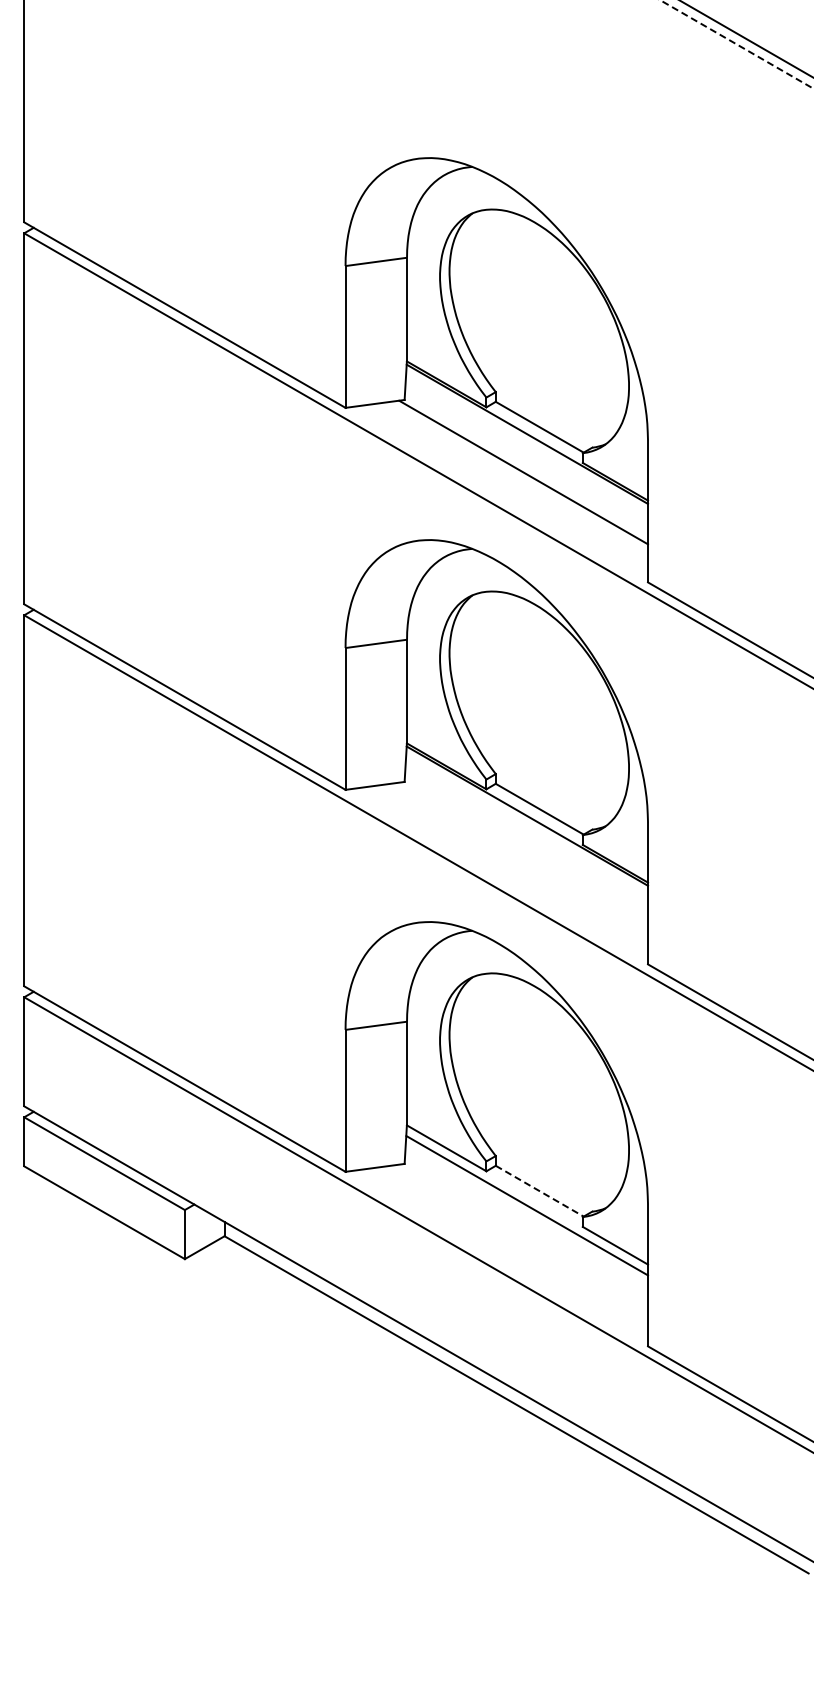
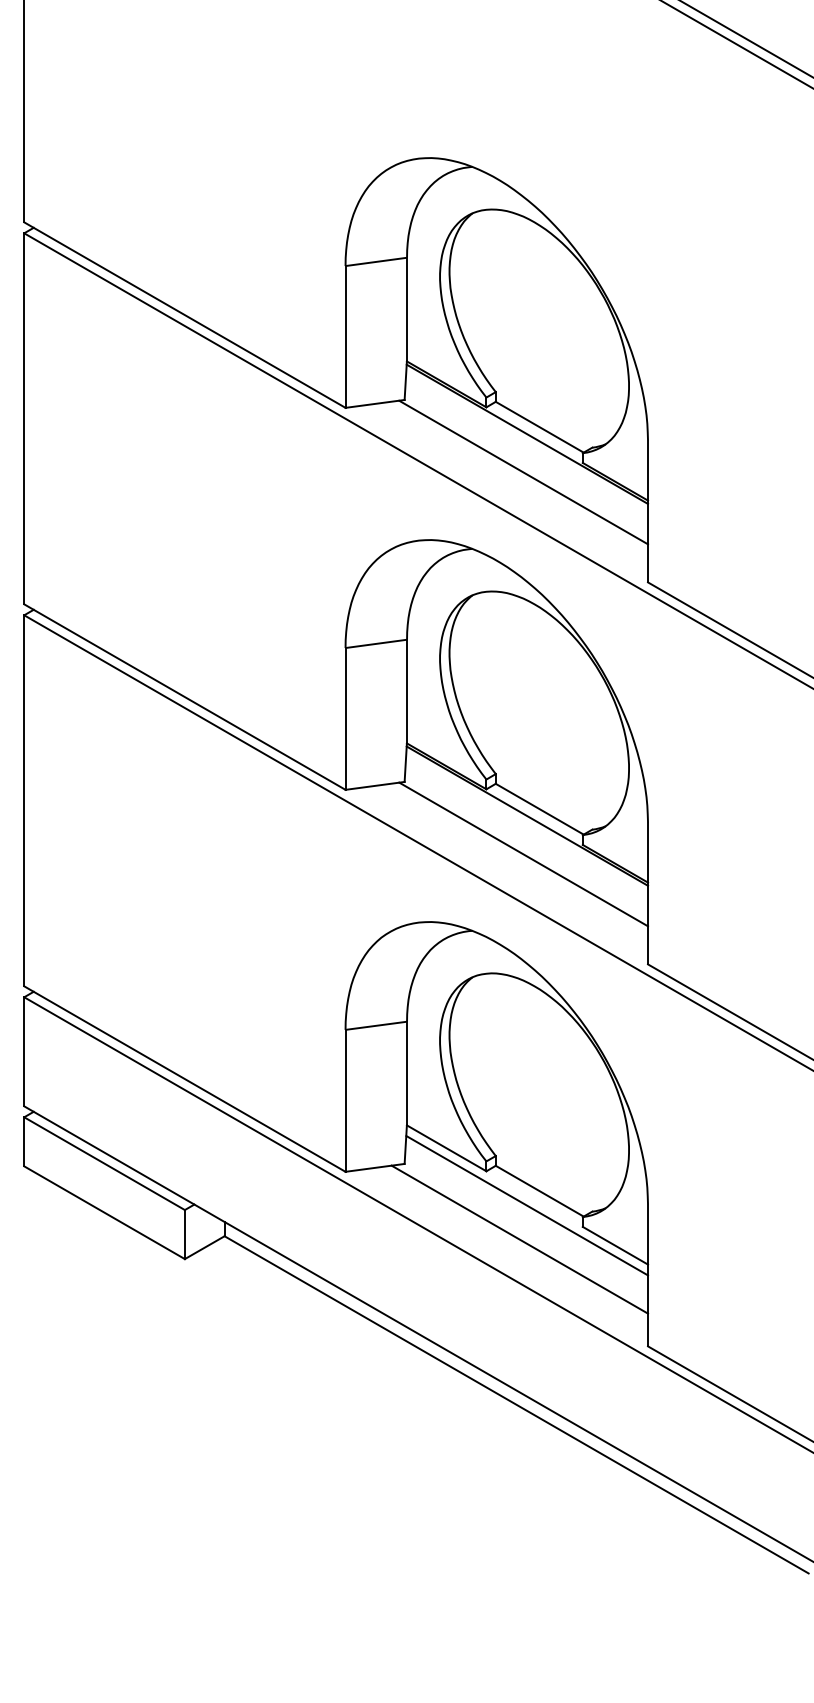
line at (737, 44): dashed -> solid
line at (523, 854): none -> present
line at (539, 1191): dashed -> solid
line at (519, 1239): none -> present
